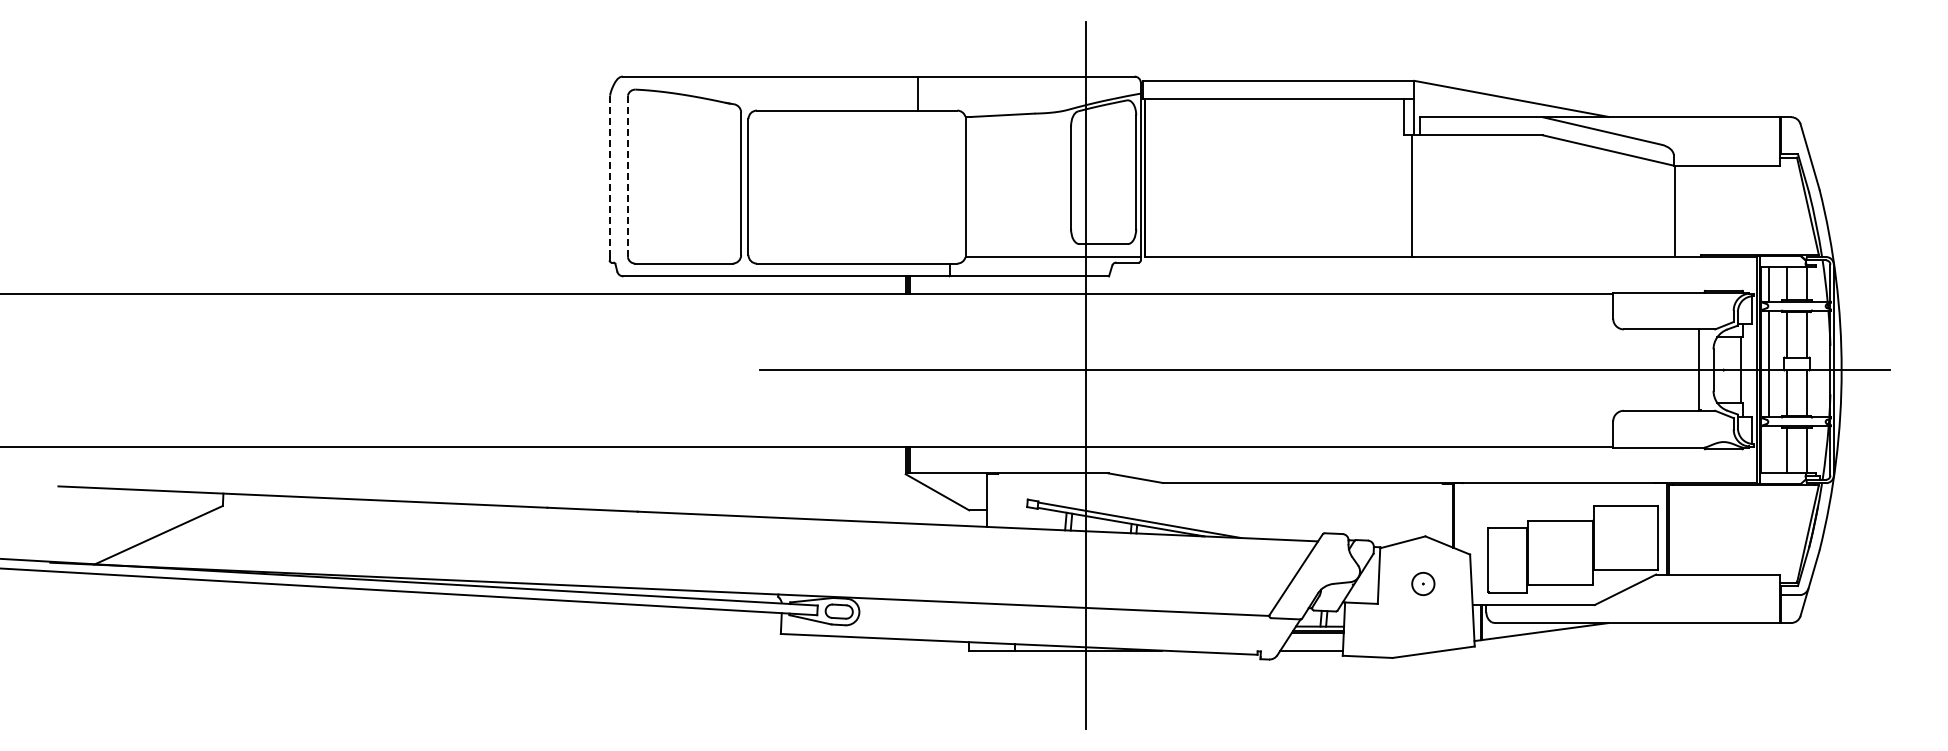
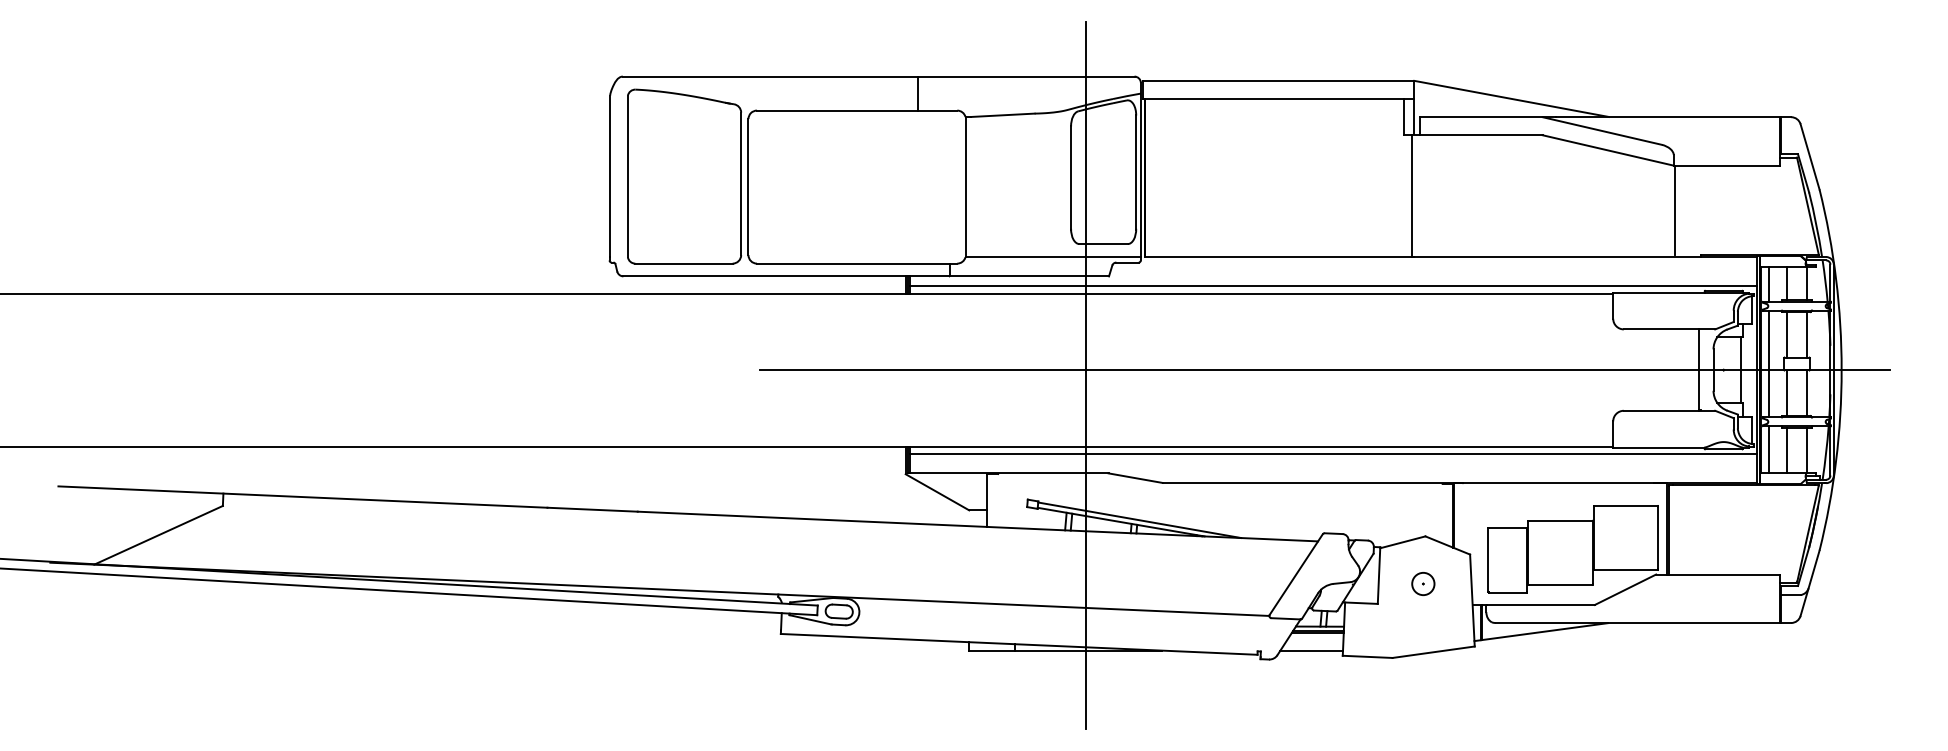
line at (609, 176): dashed -> solid
line at (627, 176): dashed -> solid
line at (1333, 286): none -> present
line at (1769, 449): none -> present
line at (1333, 454): none -> present
